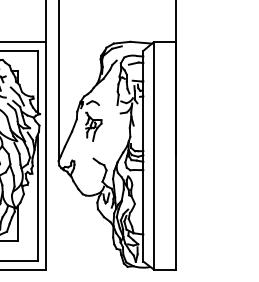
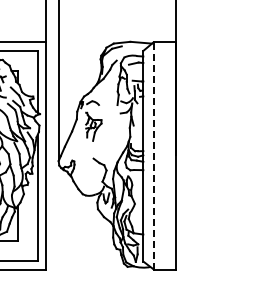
line at (154, 155): solid -> dashed
